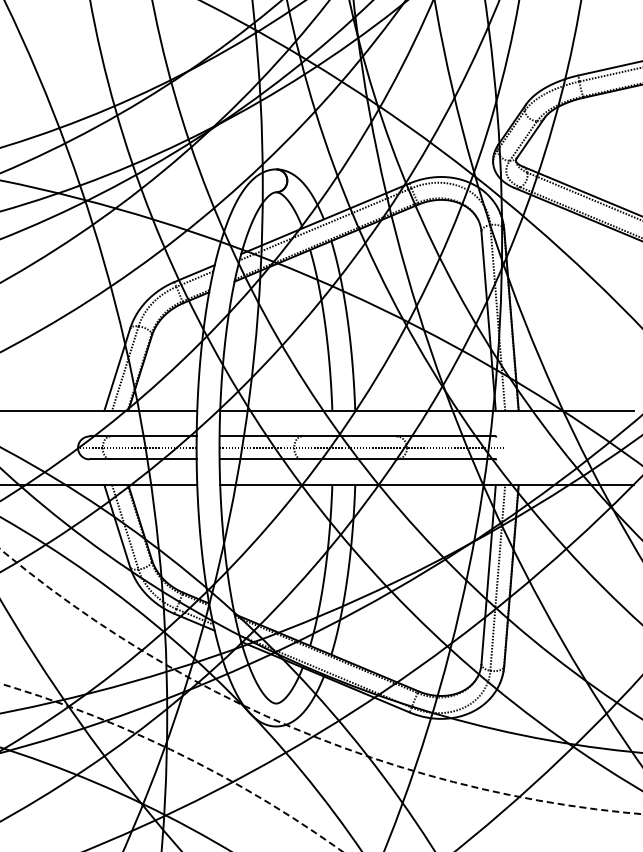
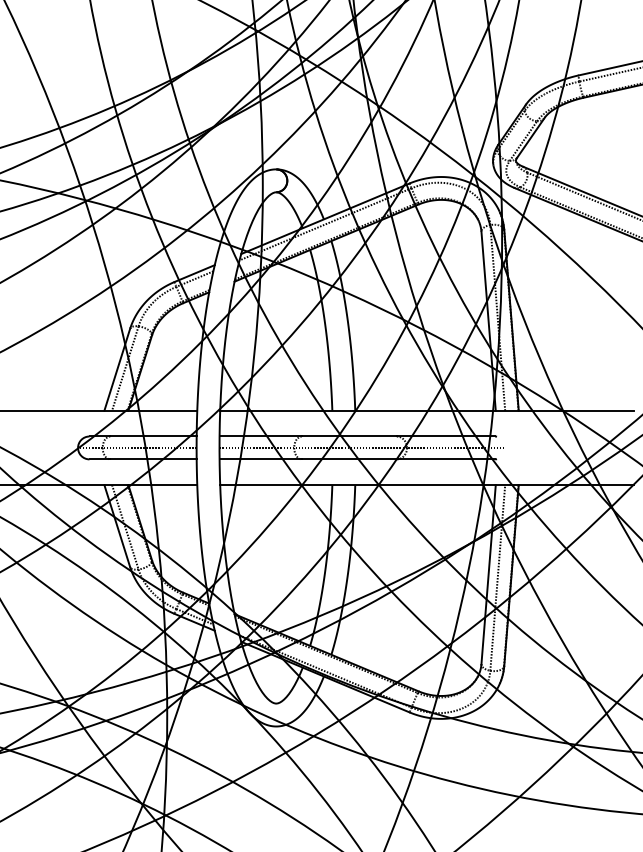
circle at (321, 681): dashed -> solid
circle at (171, 767): dashed -> solid
